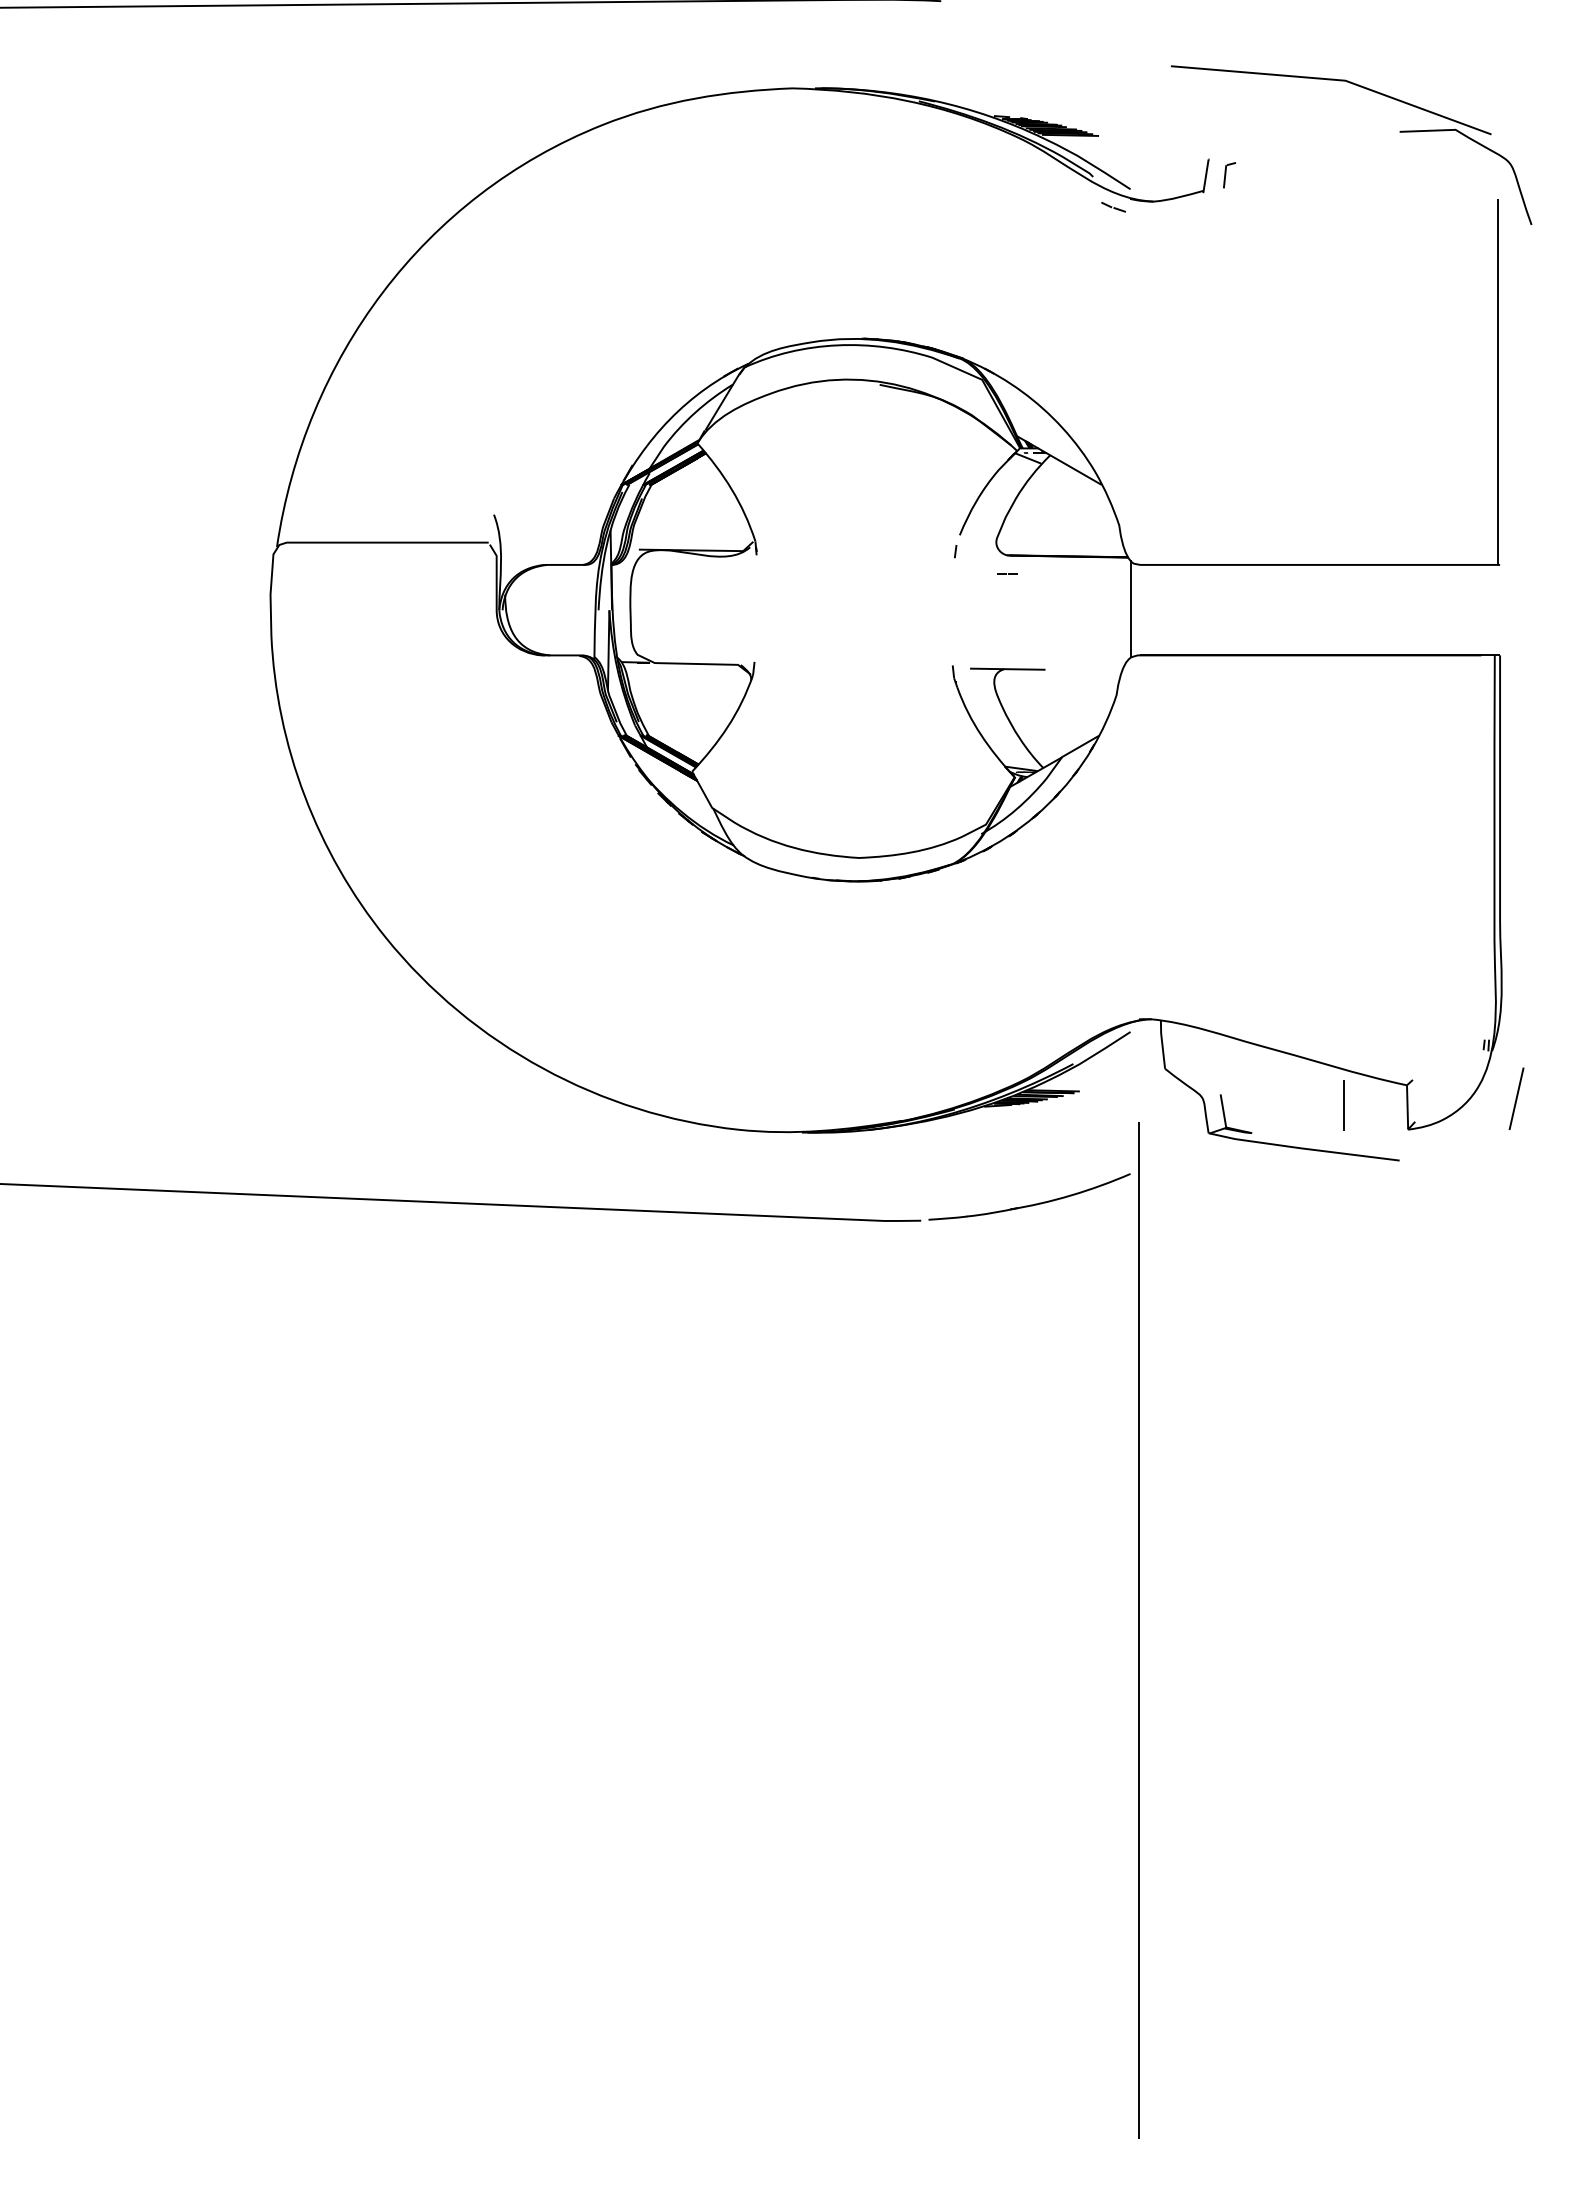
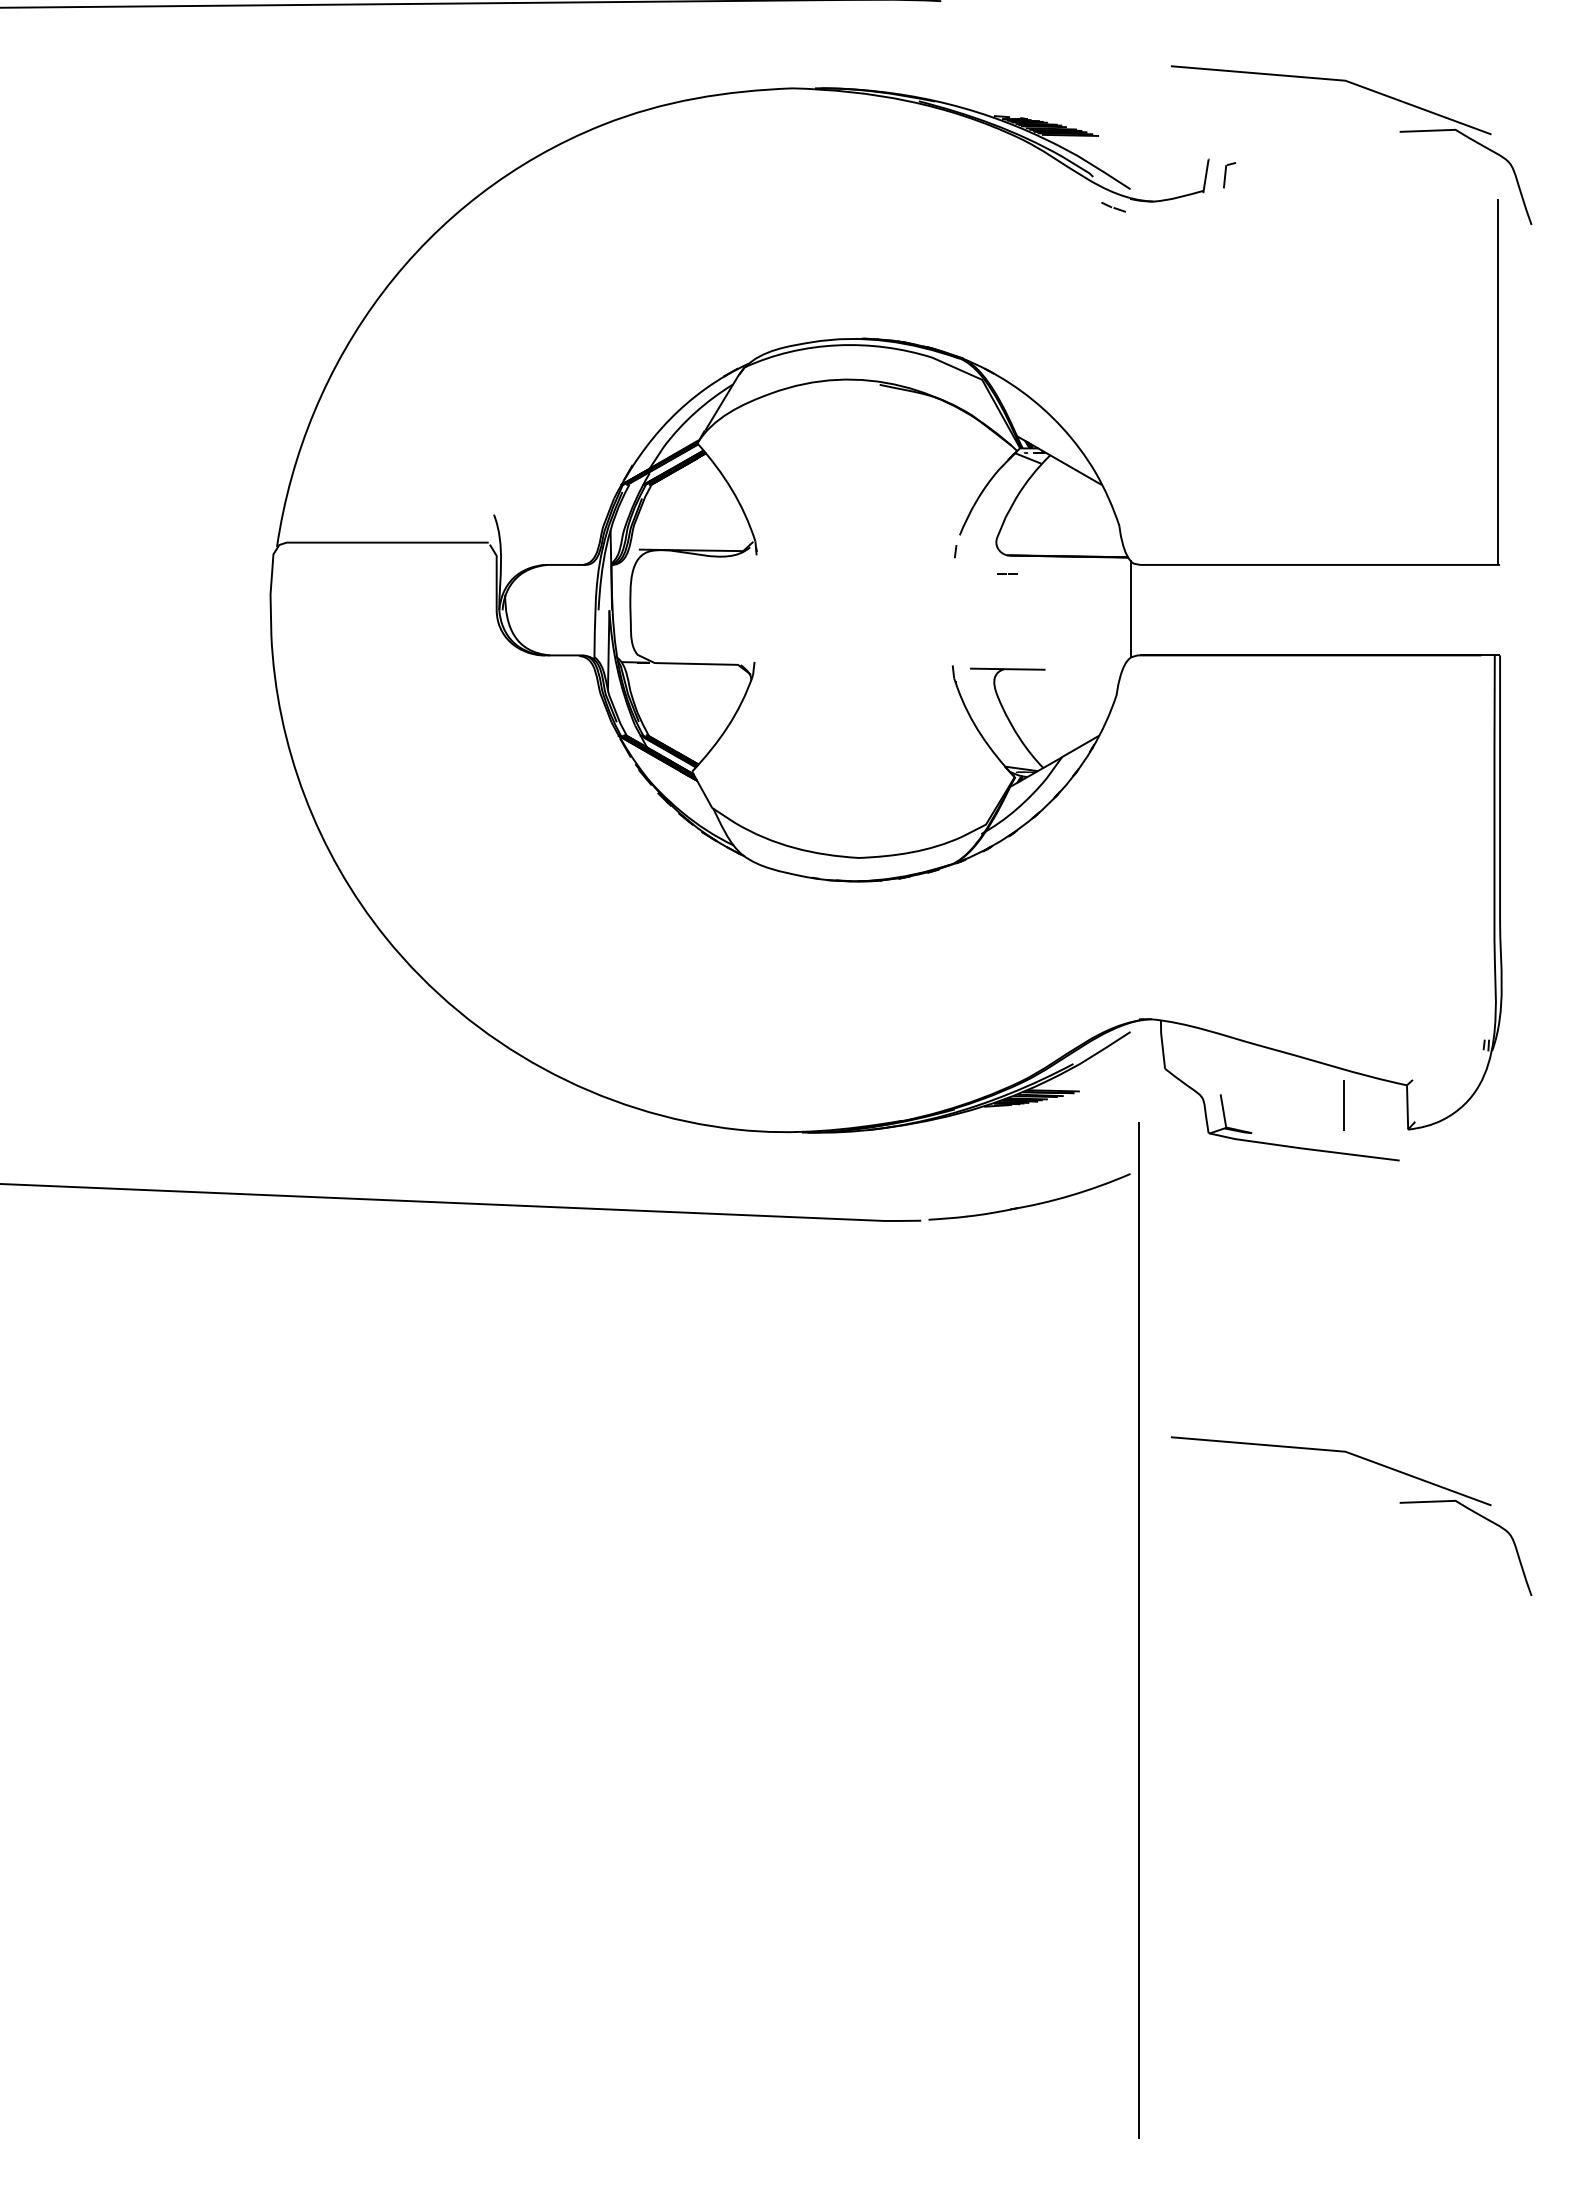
line at (1516, 1098): present -> none
part at (1399, 1503): none -> present
